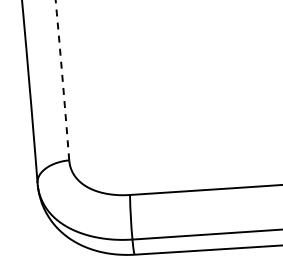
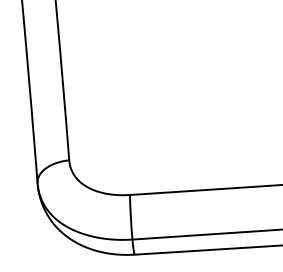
arc at (62, 79): dashed -> solid
